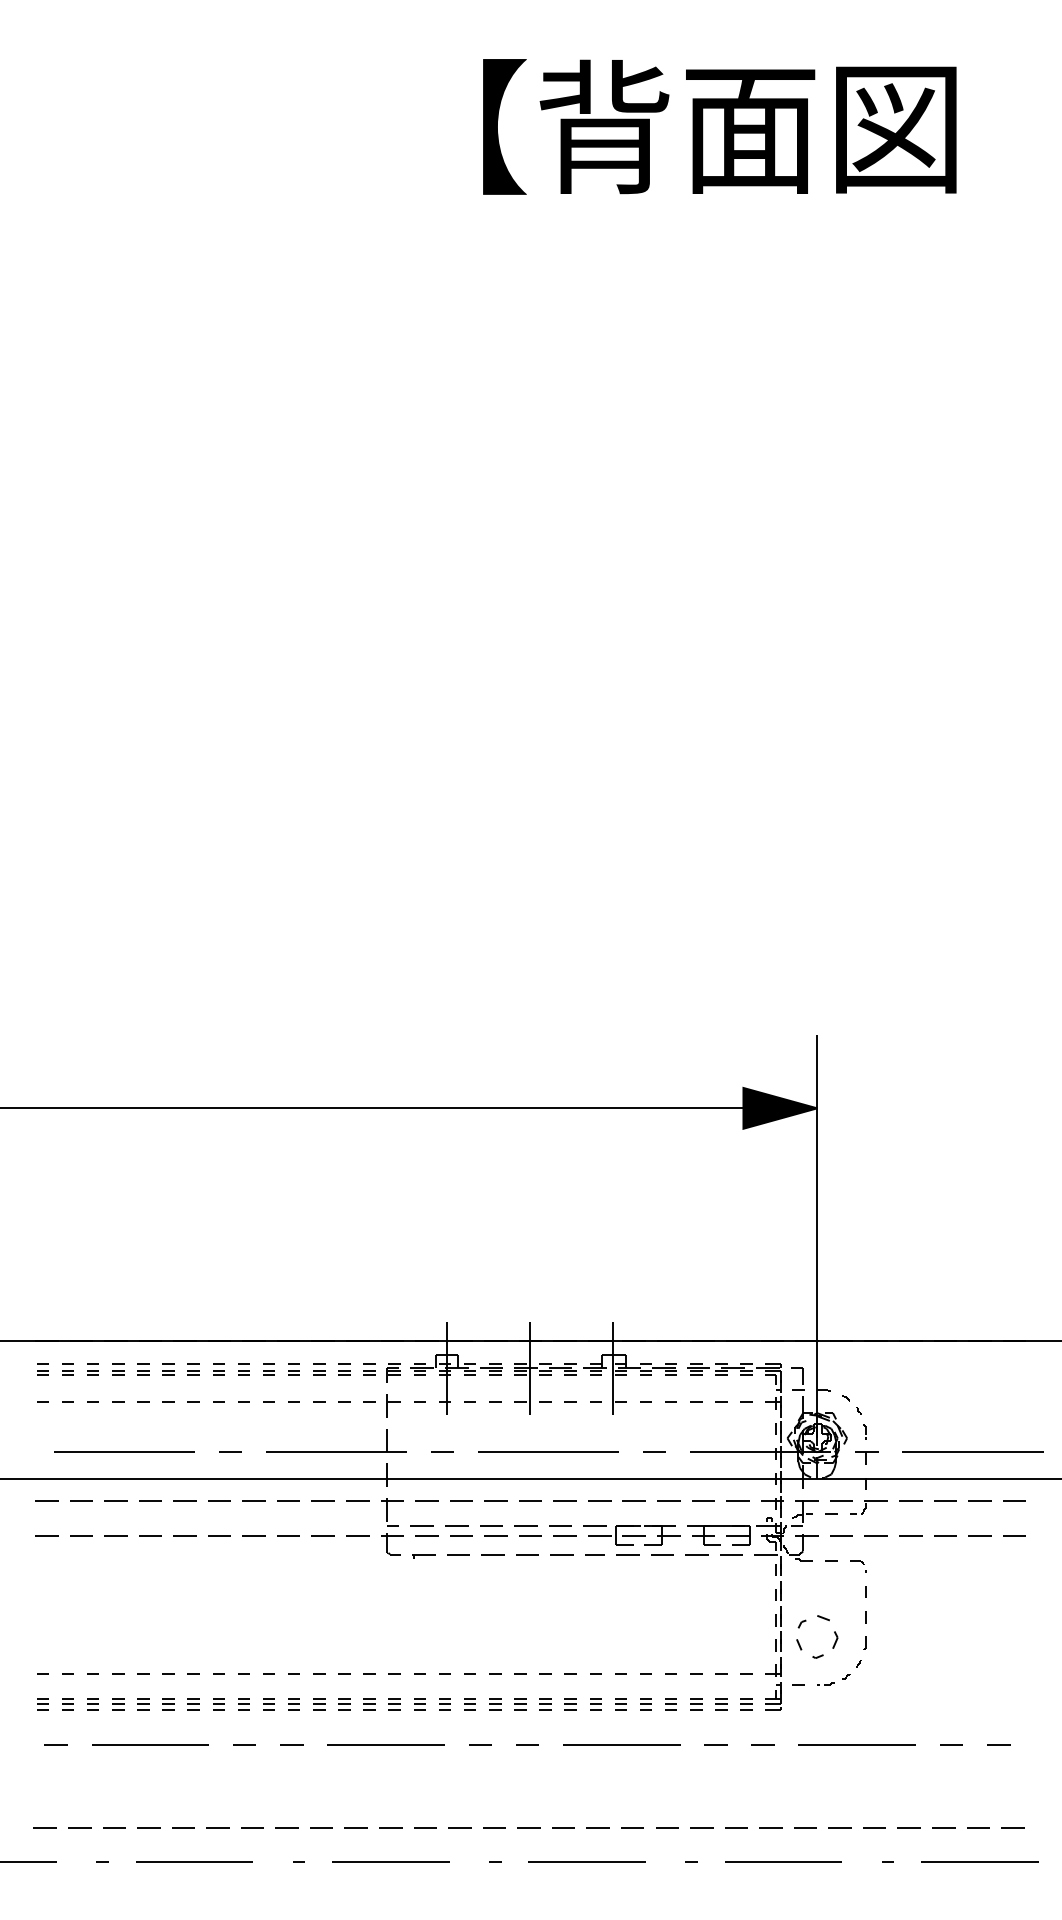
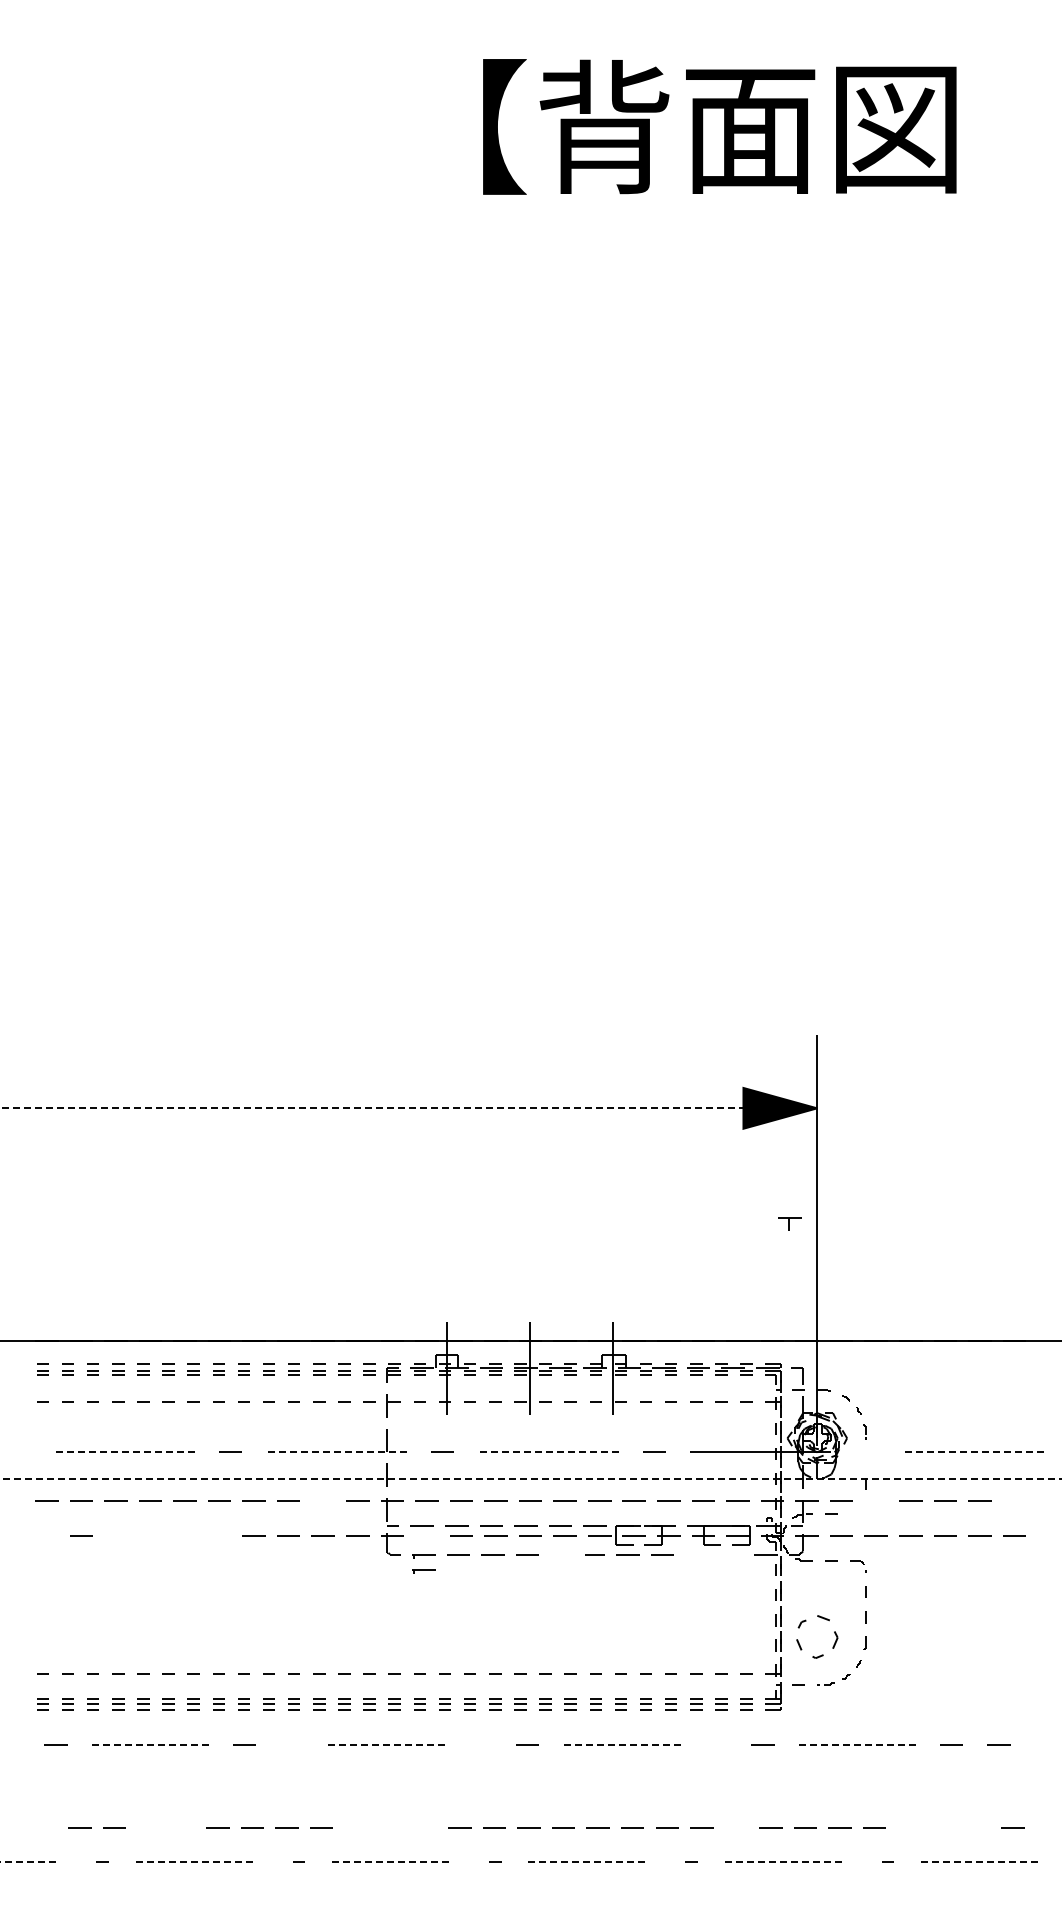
line at (391, 1108): solid -> dashed
line at (124, 1452): solid -> dashed
line at (336, 1452): solid -> dashed
line at (548, 1452): solid -> dashed
line at (972, 1452): solid -> dashed
part at (866, 1457) position: (866, 1457) -> (789, 1223)
line at (531, 1479): solid -> dashed
line at (322, 1500): present -> none
line at (1014, 1500): present -> none
part at (868, 1507): present -> none
line at (46, 1535): present -> none
line at (115, 1535): present -> none
line at (150, 1535): present -> none
line at (184, 1535): present -> none
line at (219, 1535): present -> none
line at (426, 1535): present -> none
line at (561, 1554): present -> none
line at (696, 1554): present -> none
line at (731, 1554): present -> none
part at (423, 1571): none -> present
line at (150, 1744): solid -> dashed
line at (291, 1744): present -> none
line at (386, 1744): solid -> dashed
line at (480, 1744): present -> none
line at (621, 1744): solid -> dashed
line at (715, 1744): present -> none
line at (857, 1744): solid -> dashed
line at (44, 1827): present -> none
line at (148, 1827): present -> none
line at (183, 1827): present -> none
line at (355, 1827): present -> none
line at (390, 1827): present -> none
line at (425, 1827): present -> none
line at (736, 1827): present -> none
line at (908, 1827): present -> none
line at (943, 1827): present -> none
line at (978, 1827): present -> none
line at (28, 1862): solid -> dashed
line at (194, 1862): solid -> dashed
line at (390, 1862): solid -> dashed
line at (587, 1862): solid -> dashed
line at (783, 1862): solid -> dashed
line at (979, 1862): solid -> dashed
